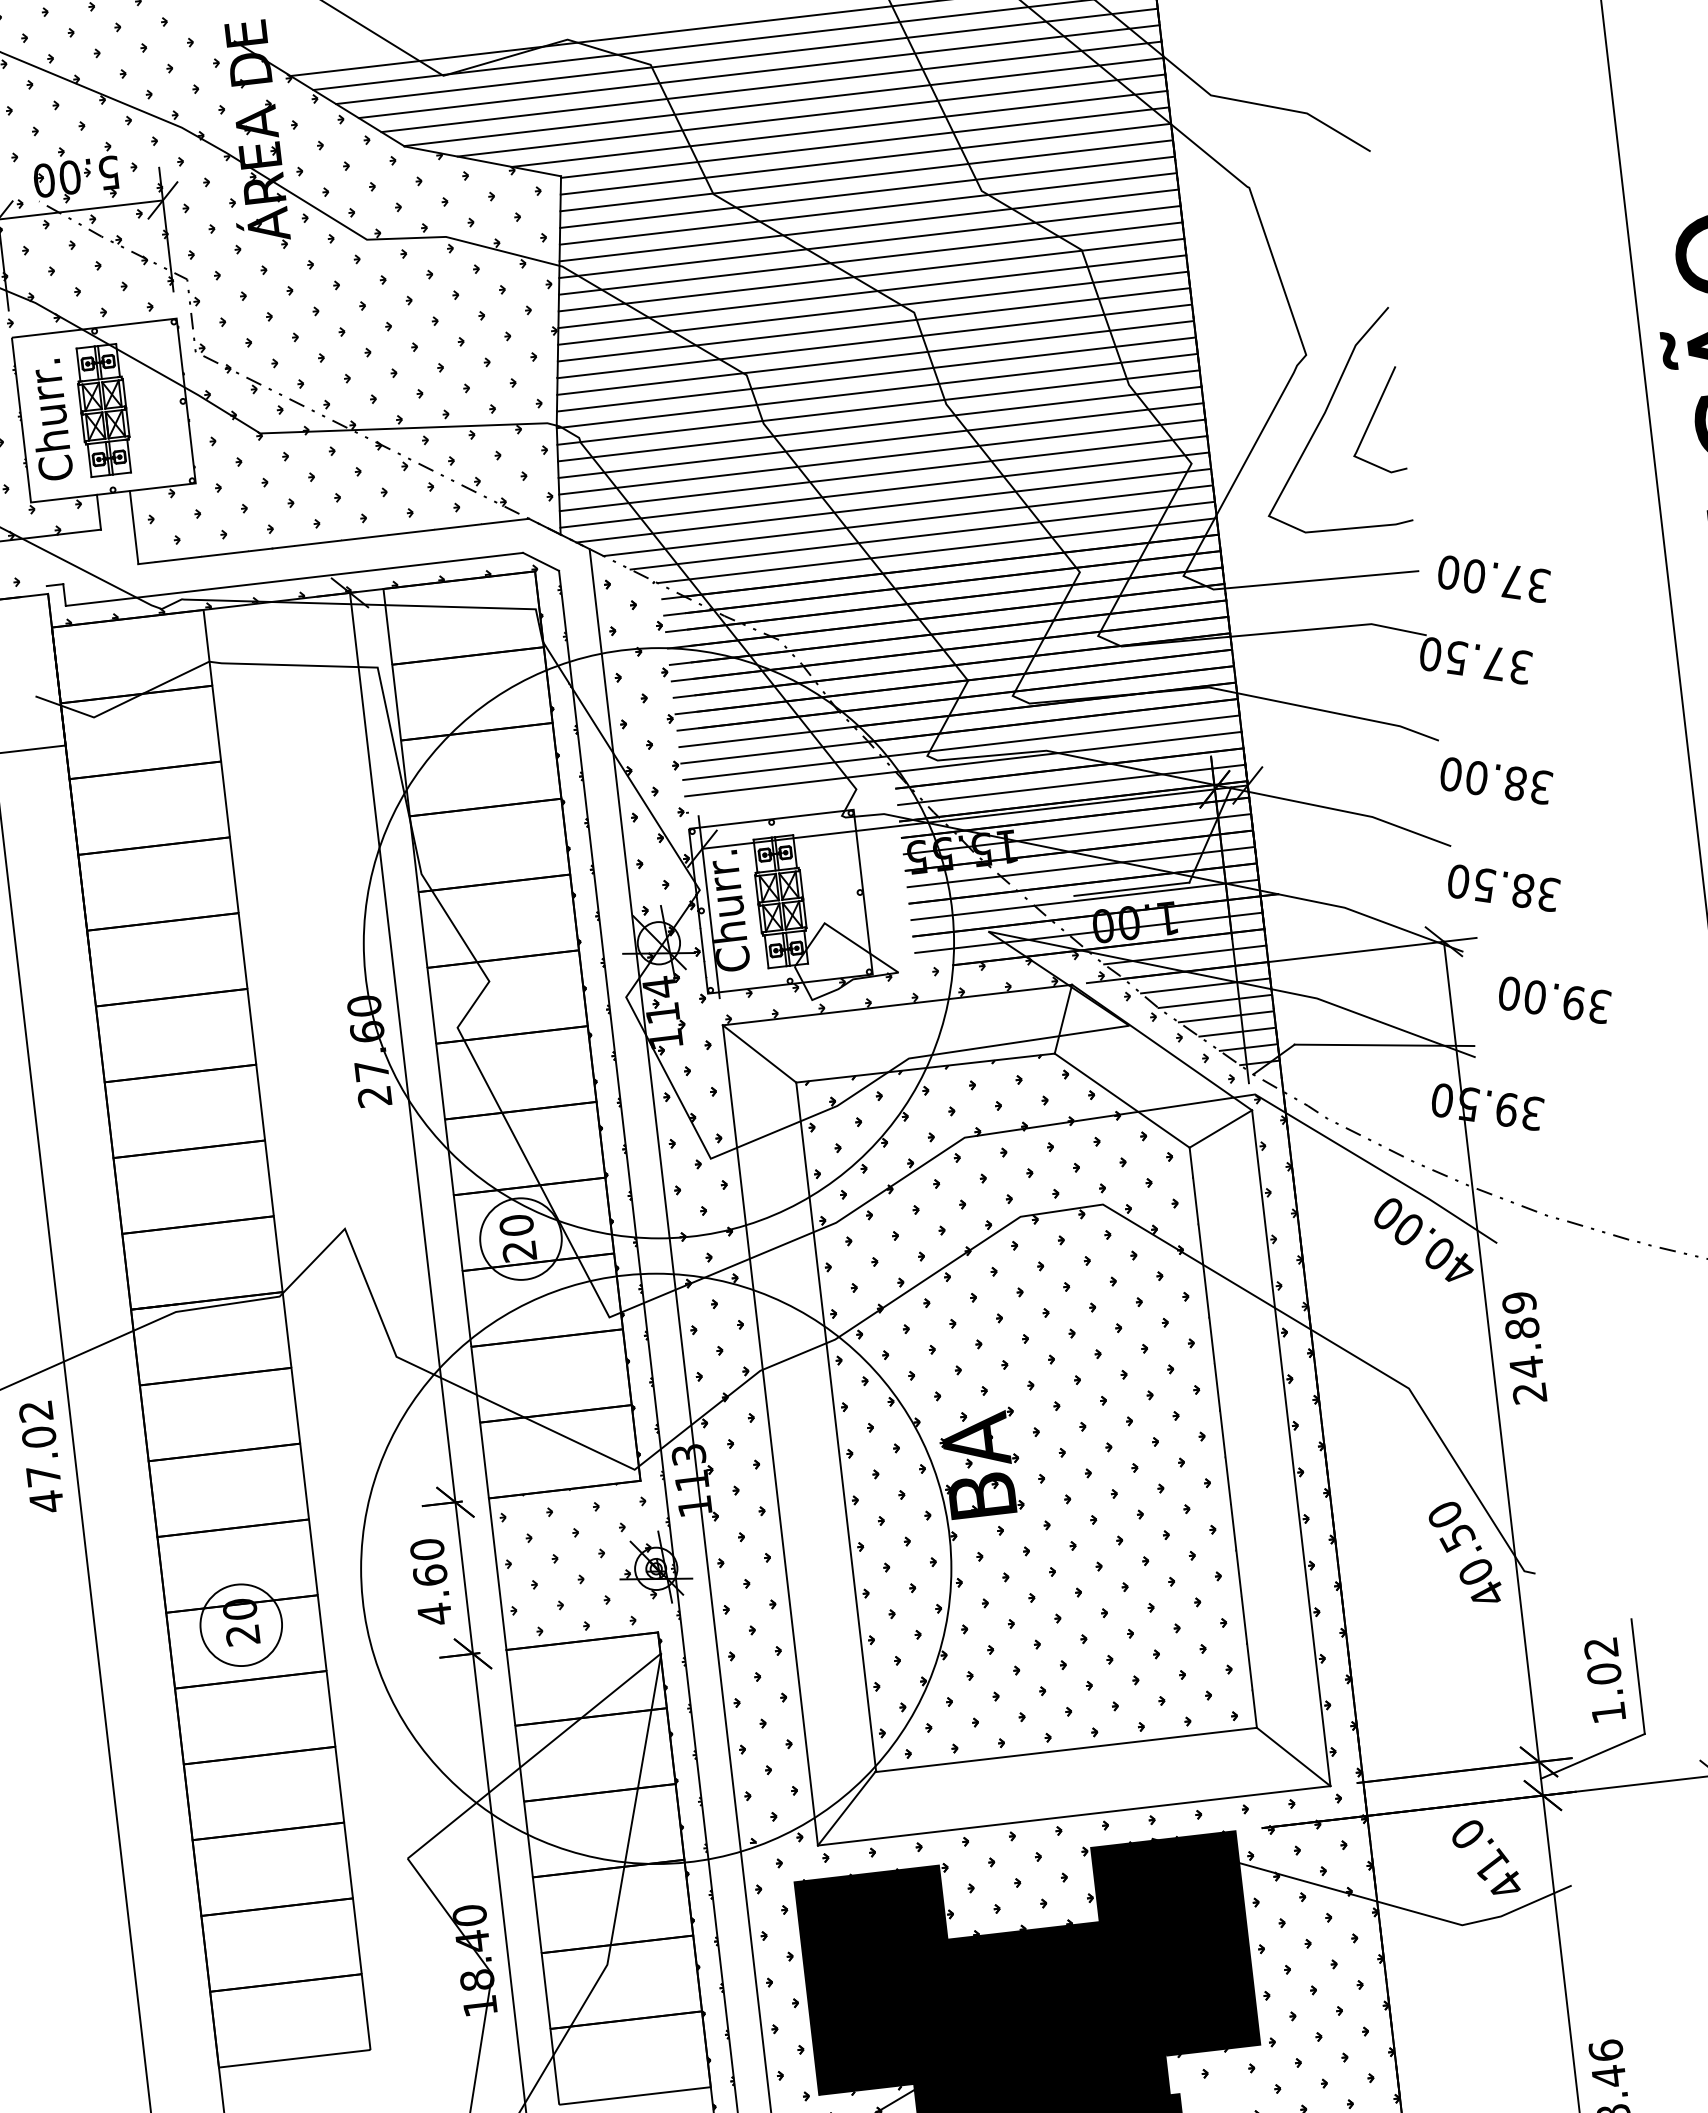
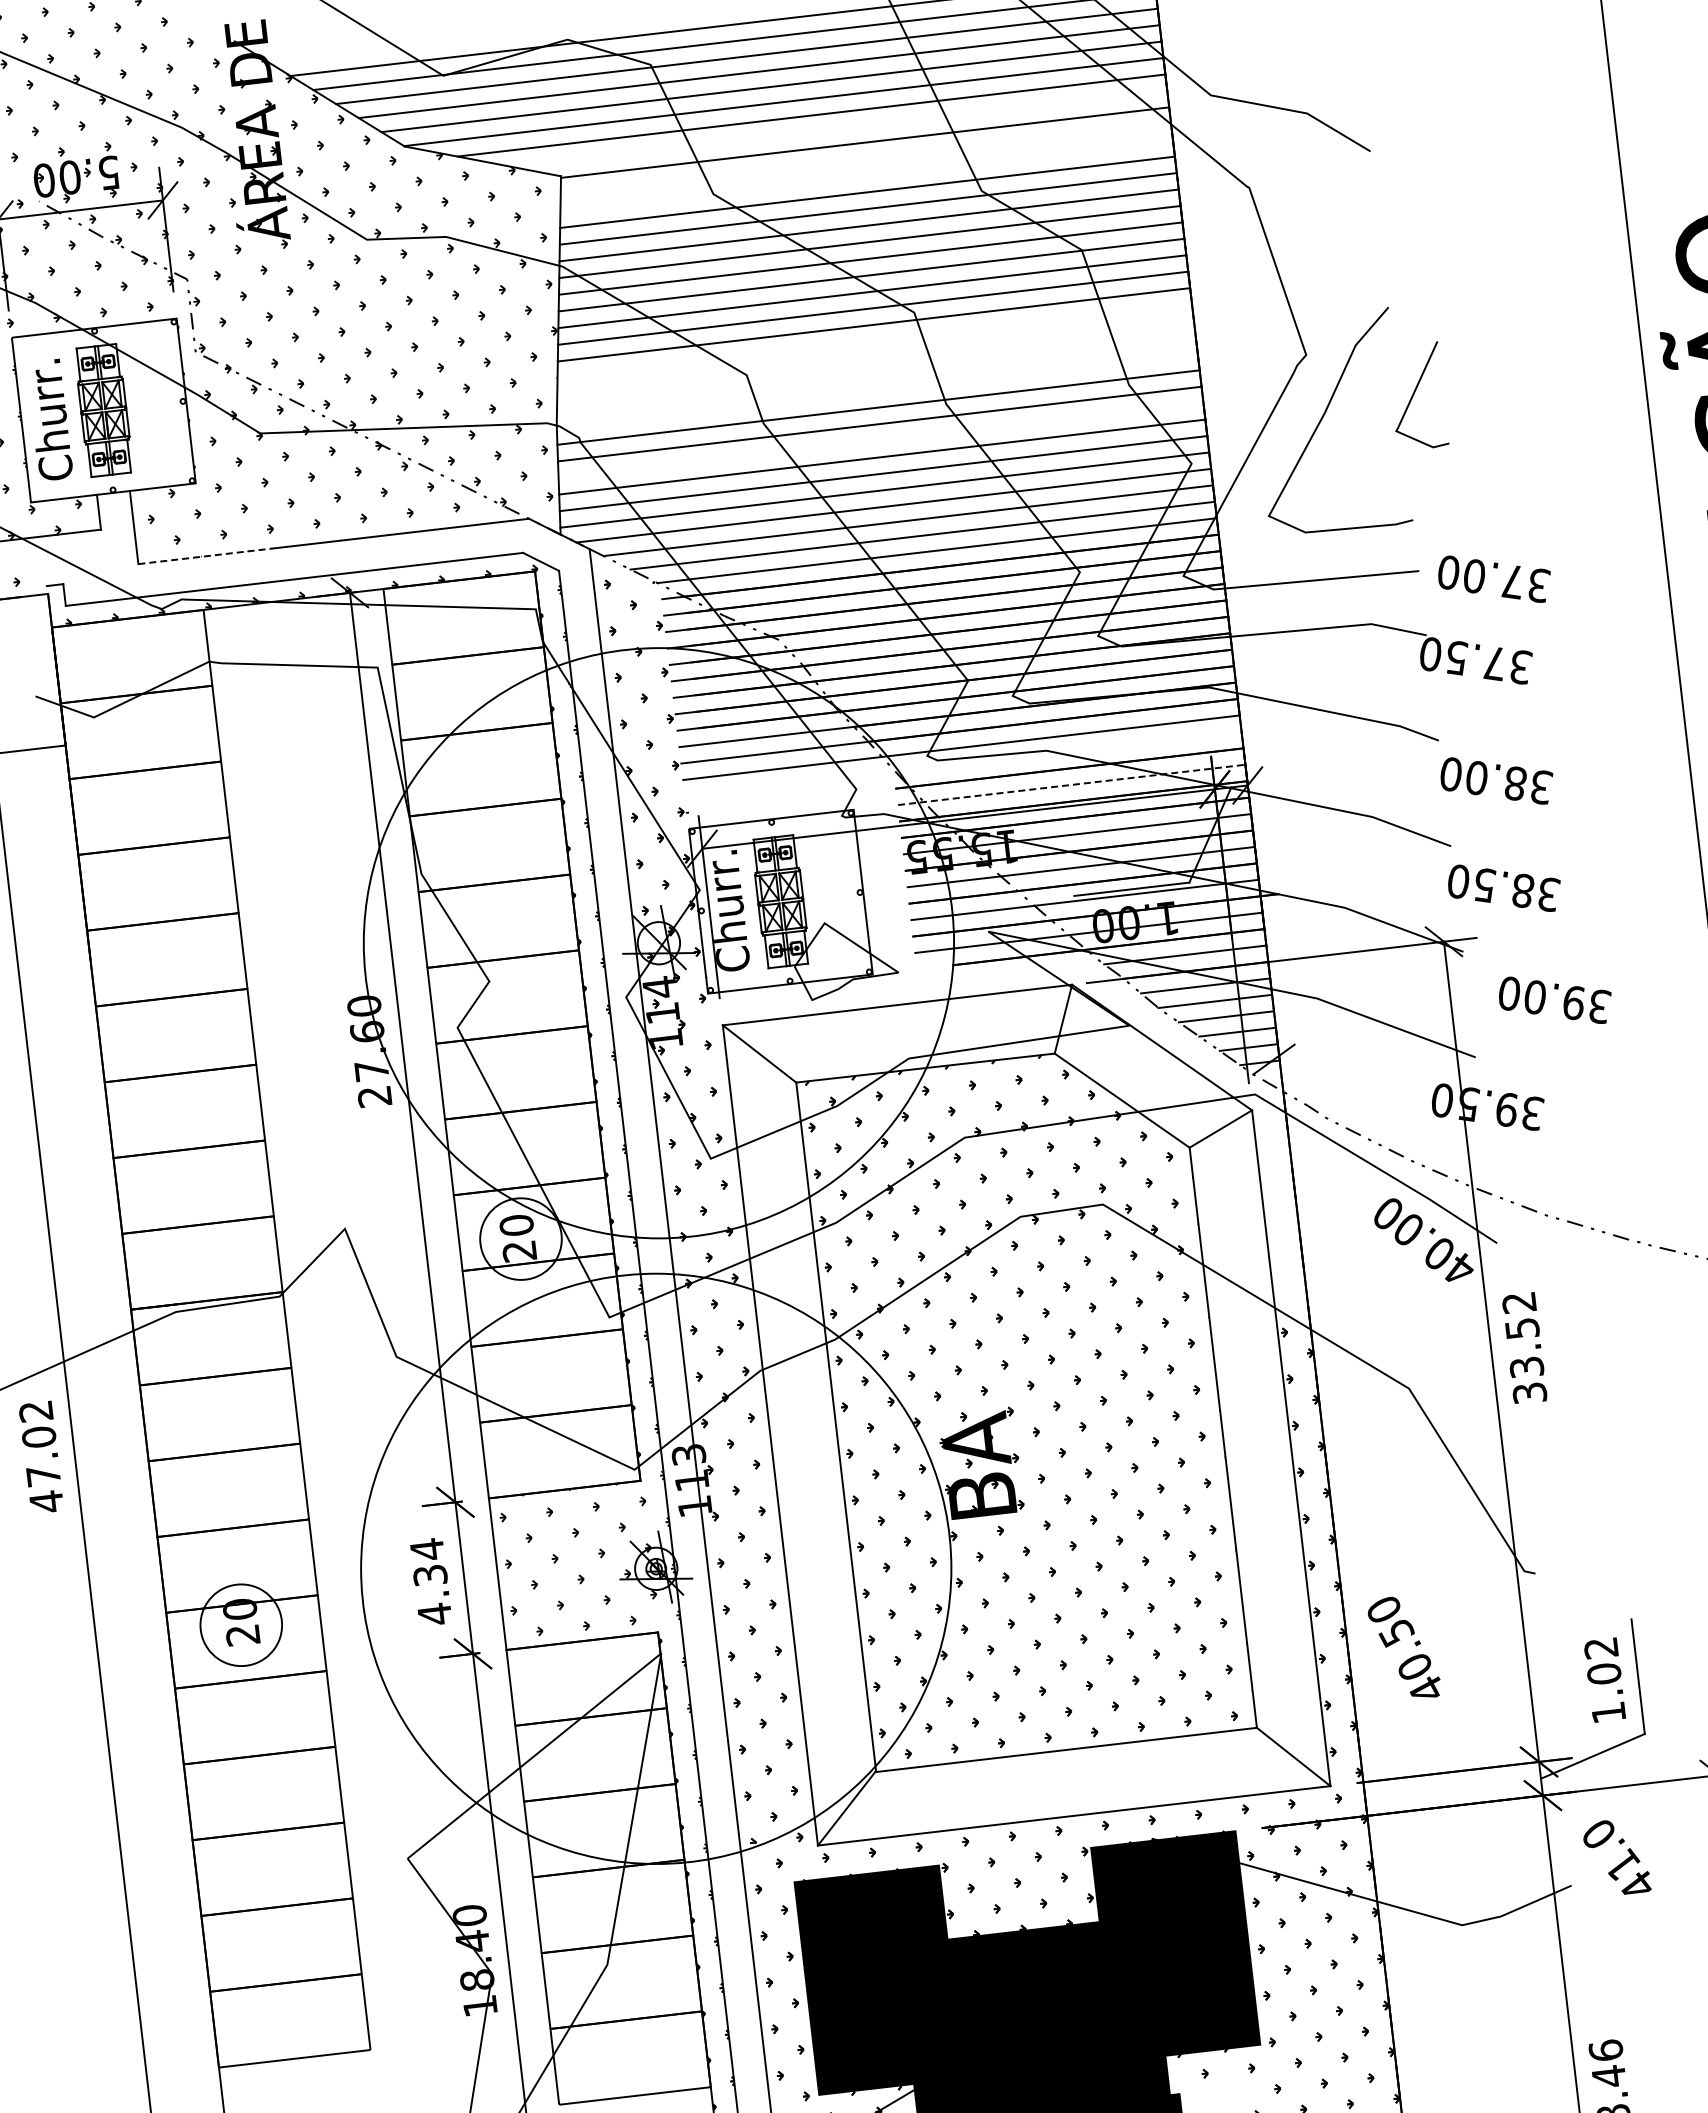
line at (839, 128): present -> none
line at (865, 158): present -> none
line at (866, 175): present -> none
line at (874, 341): present -> none
line at (875, 357): present -> none
line at (875, 374): present -> none
line at (876, 390): present -> none
curve at (1374, 415) position: (1374, 415) -> (1416, 390)
line at (880, 440): present -> none
line at (205, 556): solid -> dashed
line at (963, 763): present -> none
line at (1071, 784): solid -> dashed
line at (1384, 1045): present -> none
hatch at (1016, 1131): present -> none
text at (1524, 1348): 24.89 -> 33.52
text at (1464, 1552) position: (1464, 1552) -> (1403, 1647)
text at (428, 1562): 4.60 -> 4.34
text at (1486, 1857) position: (1486, 1857) -> (1617, 1857)
